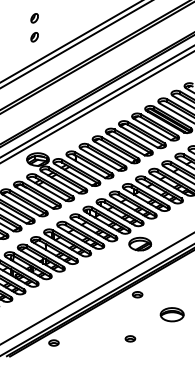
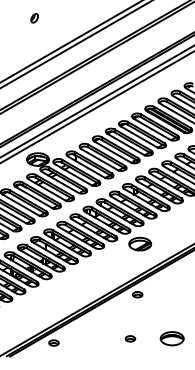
part at (34, 37): present -> none
line at (96, 288): present -> none
part at (171, 314) position: (171, 314) -> (171, 338)
